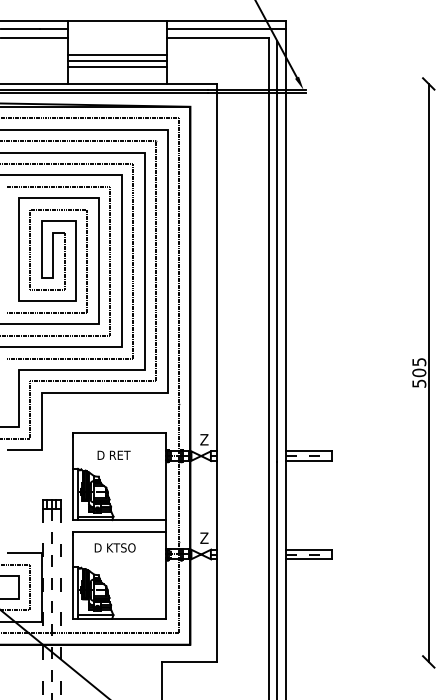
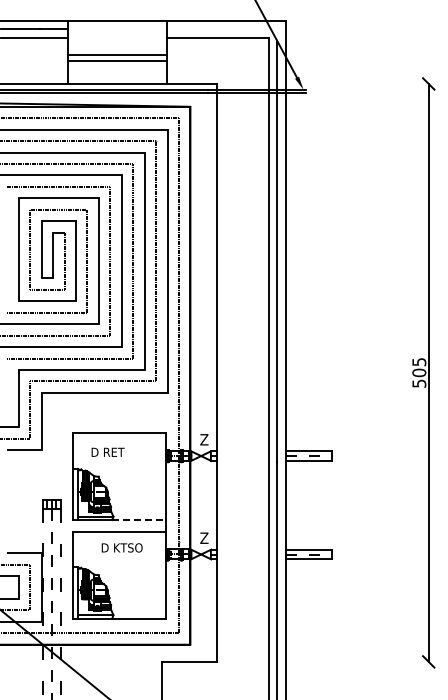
line at (226, 29): present -> none
line at (117, 66): present -> none
text at (113, 454) position: (113, 454) -> (107, 451)
line at (139, 520): solid -> dashed
text at (114, 547) position: (114, 547) -> (121, 547)
